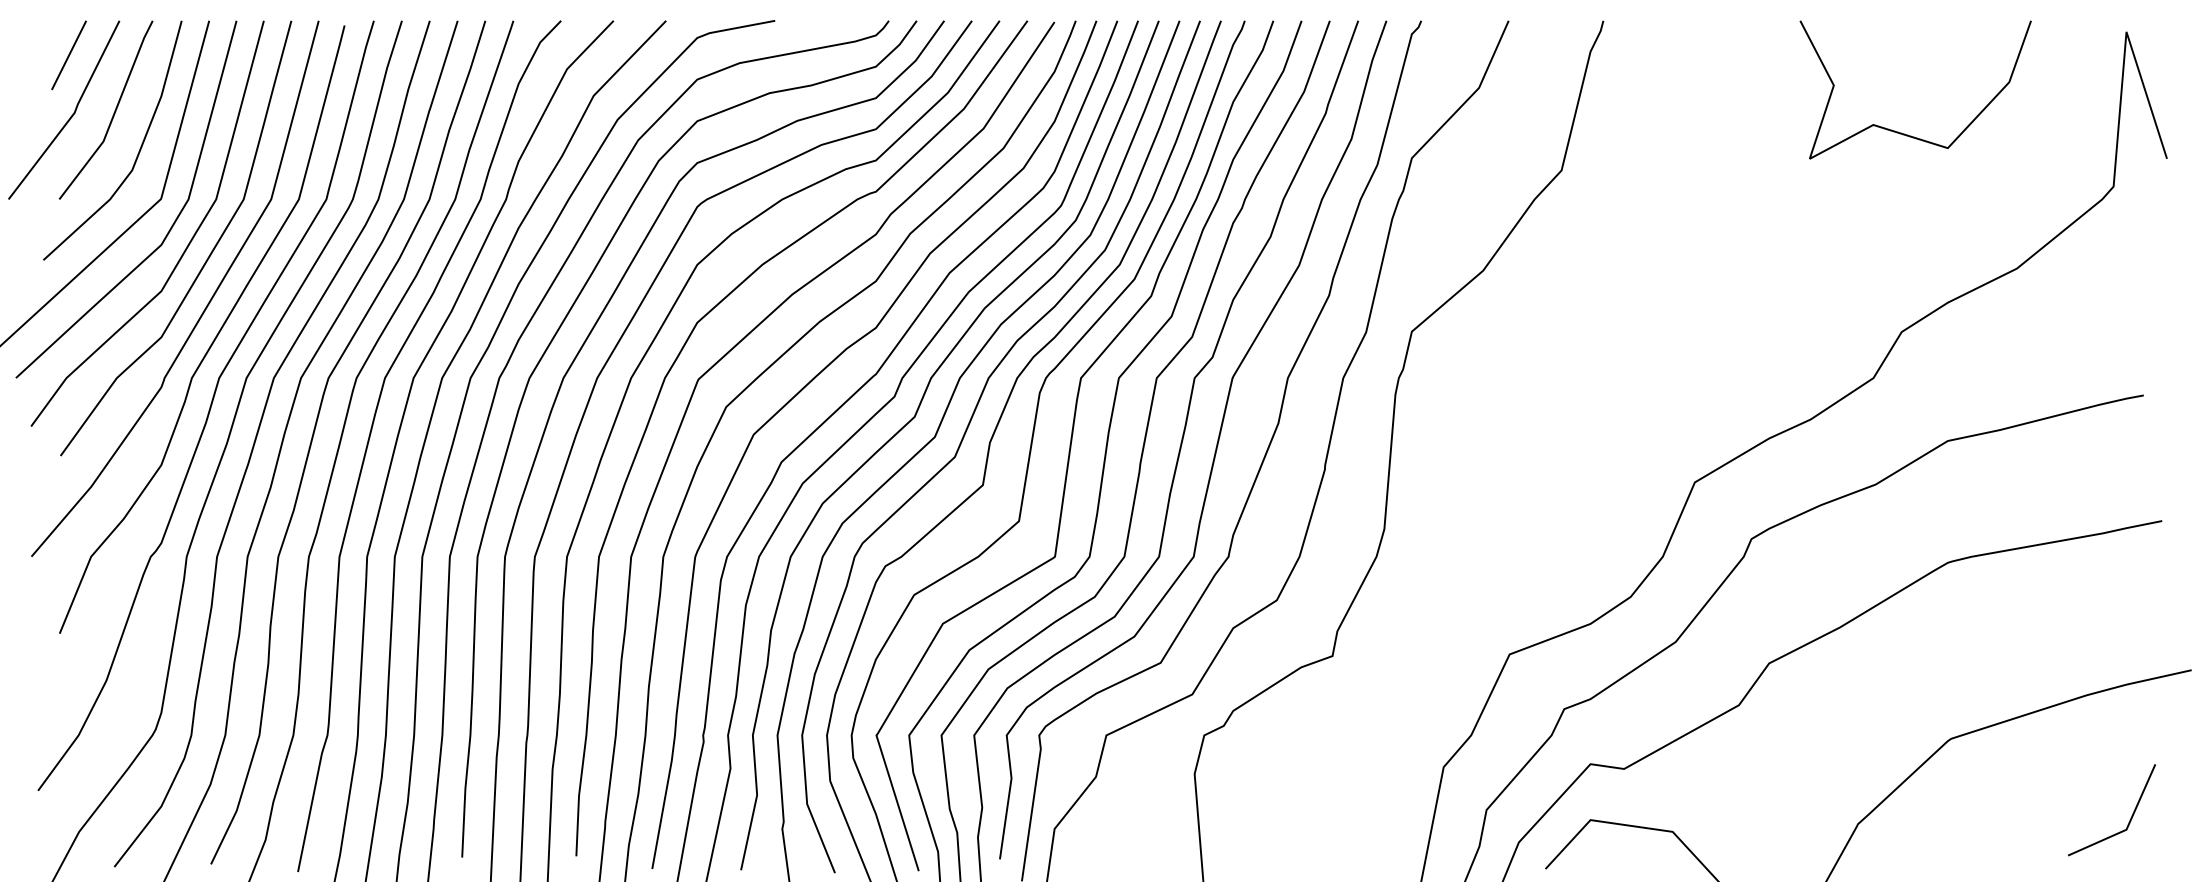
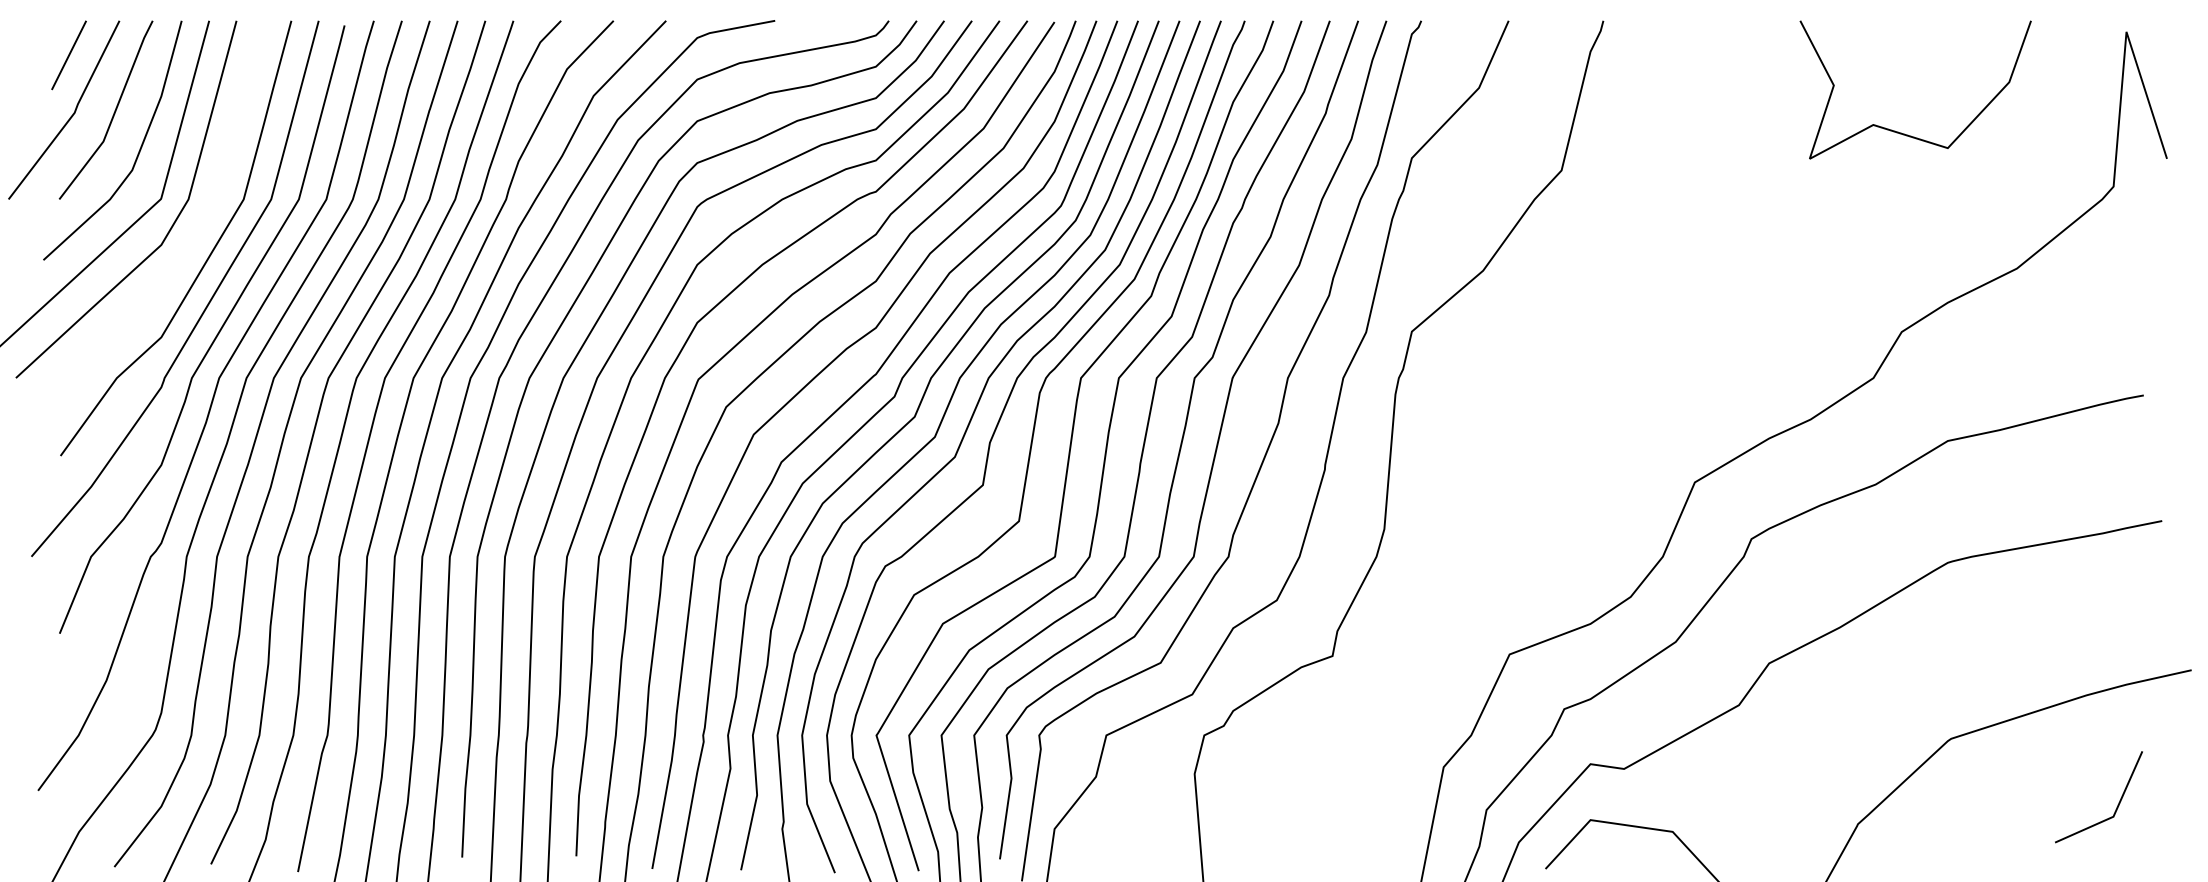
curve at (187, 244): present -> none
line at (2130, 817) position: (2130, 817) -> (2117, 804)
